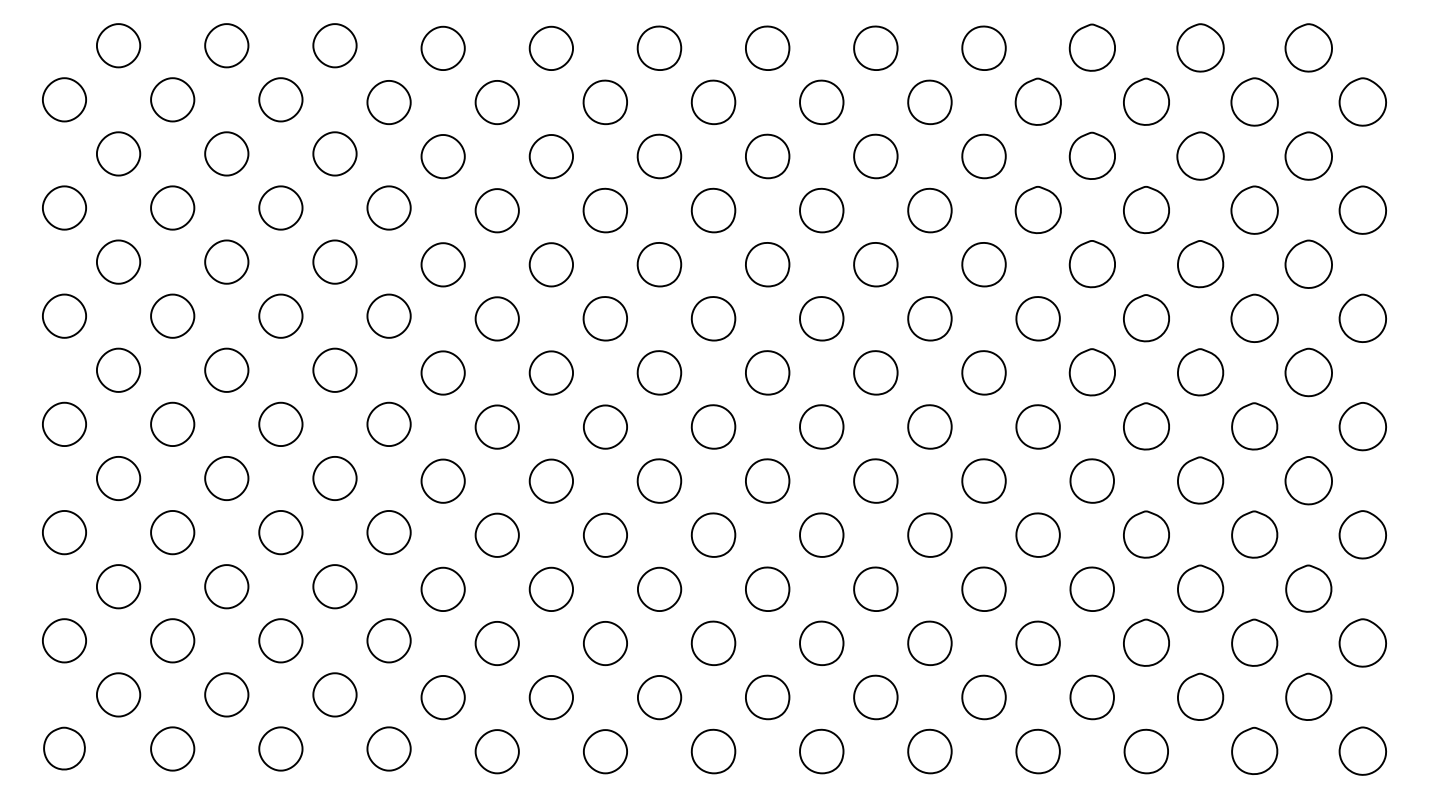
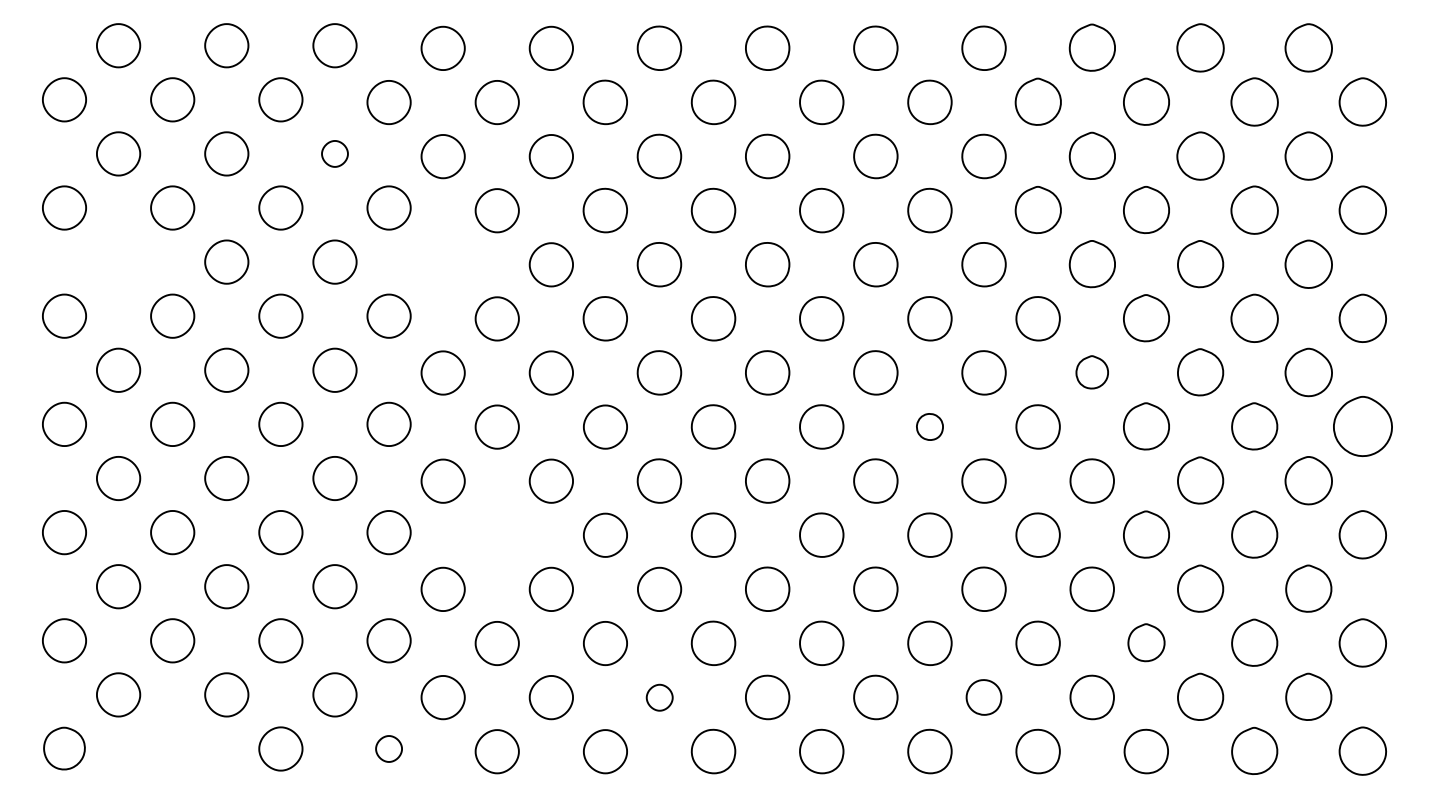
part at (334, 153) size: 46x46 px -> 28x28 px
part at (118, 261): present -> none
part at (442, 264): present -> none
part at (1091, 372) size: 48x49 px -> 34x35 px
part at (929, 426) size: 46x46 px -> 28x28 px
part at (1362, 426) size: 49x50 px -> 60x61 px
part at (496, 534): present -> none
part at (1146, 642) size: 47x49 px -> 39x40 px
part at (659, 697) size: 46x46 px -> 29x29 px
part at (983, 697) size: 46x47 px -> 38x37 px
part at (172, 748): present -> none
part at (388, 748) size: 46x46 px -> 28x28 px
